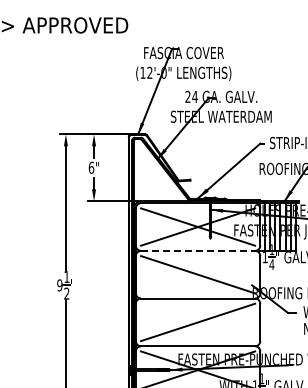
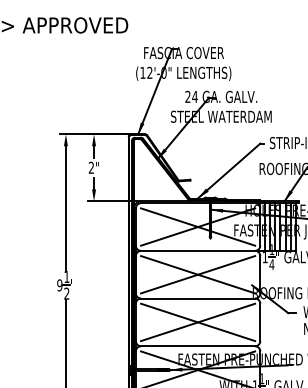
text at (91, 167): 6" -> 2"
line at (198, 250): dashed -> solid
line at (198, 274): none -> present
line at (198, 322): none -> present
